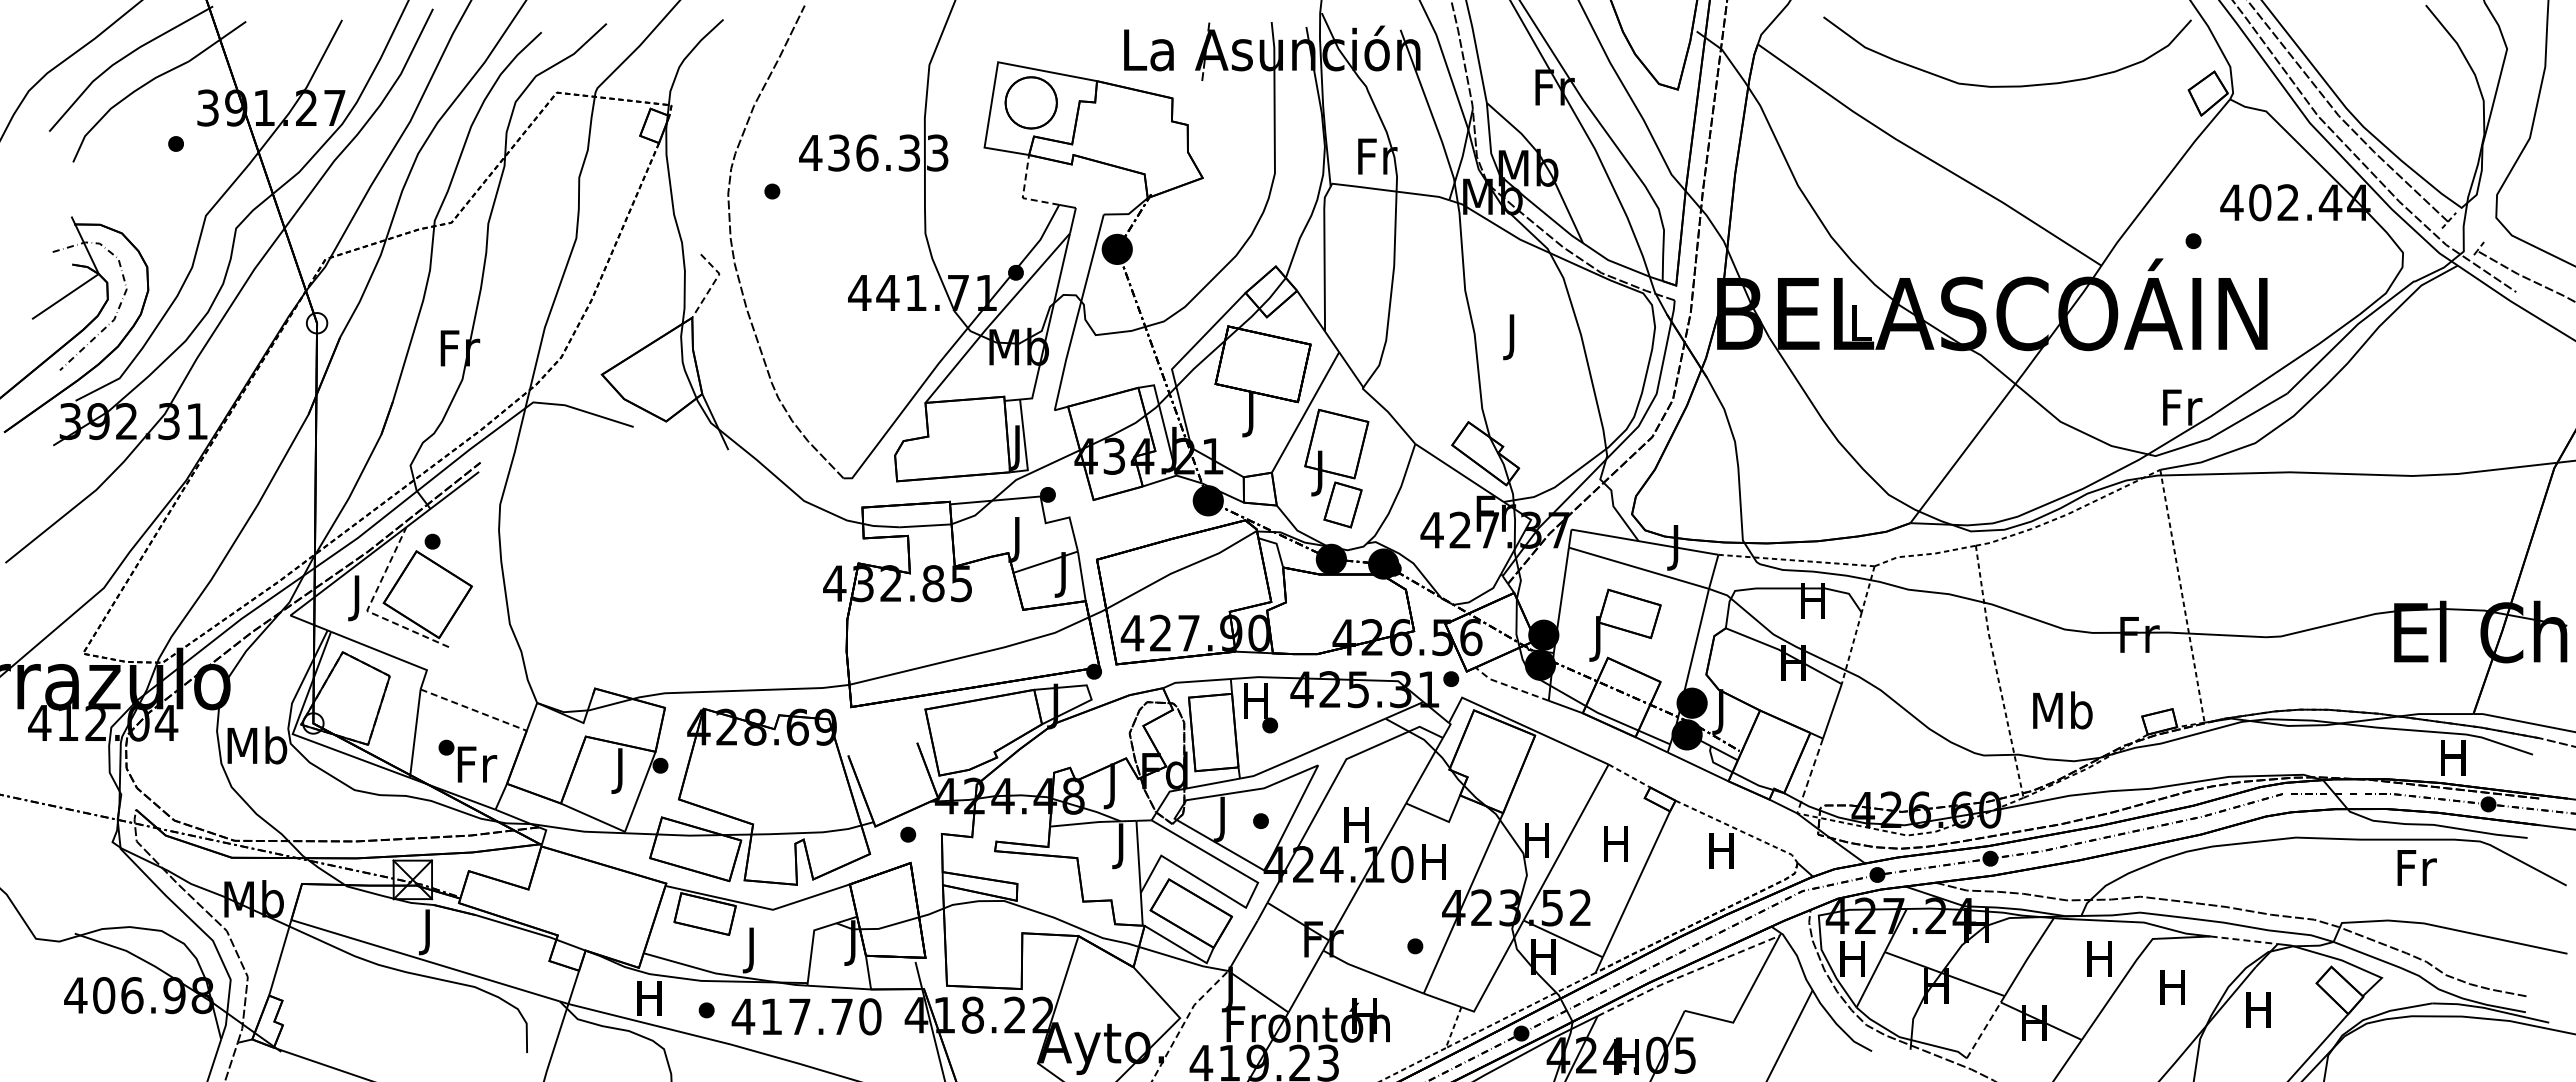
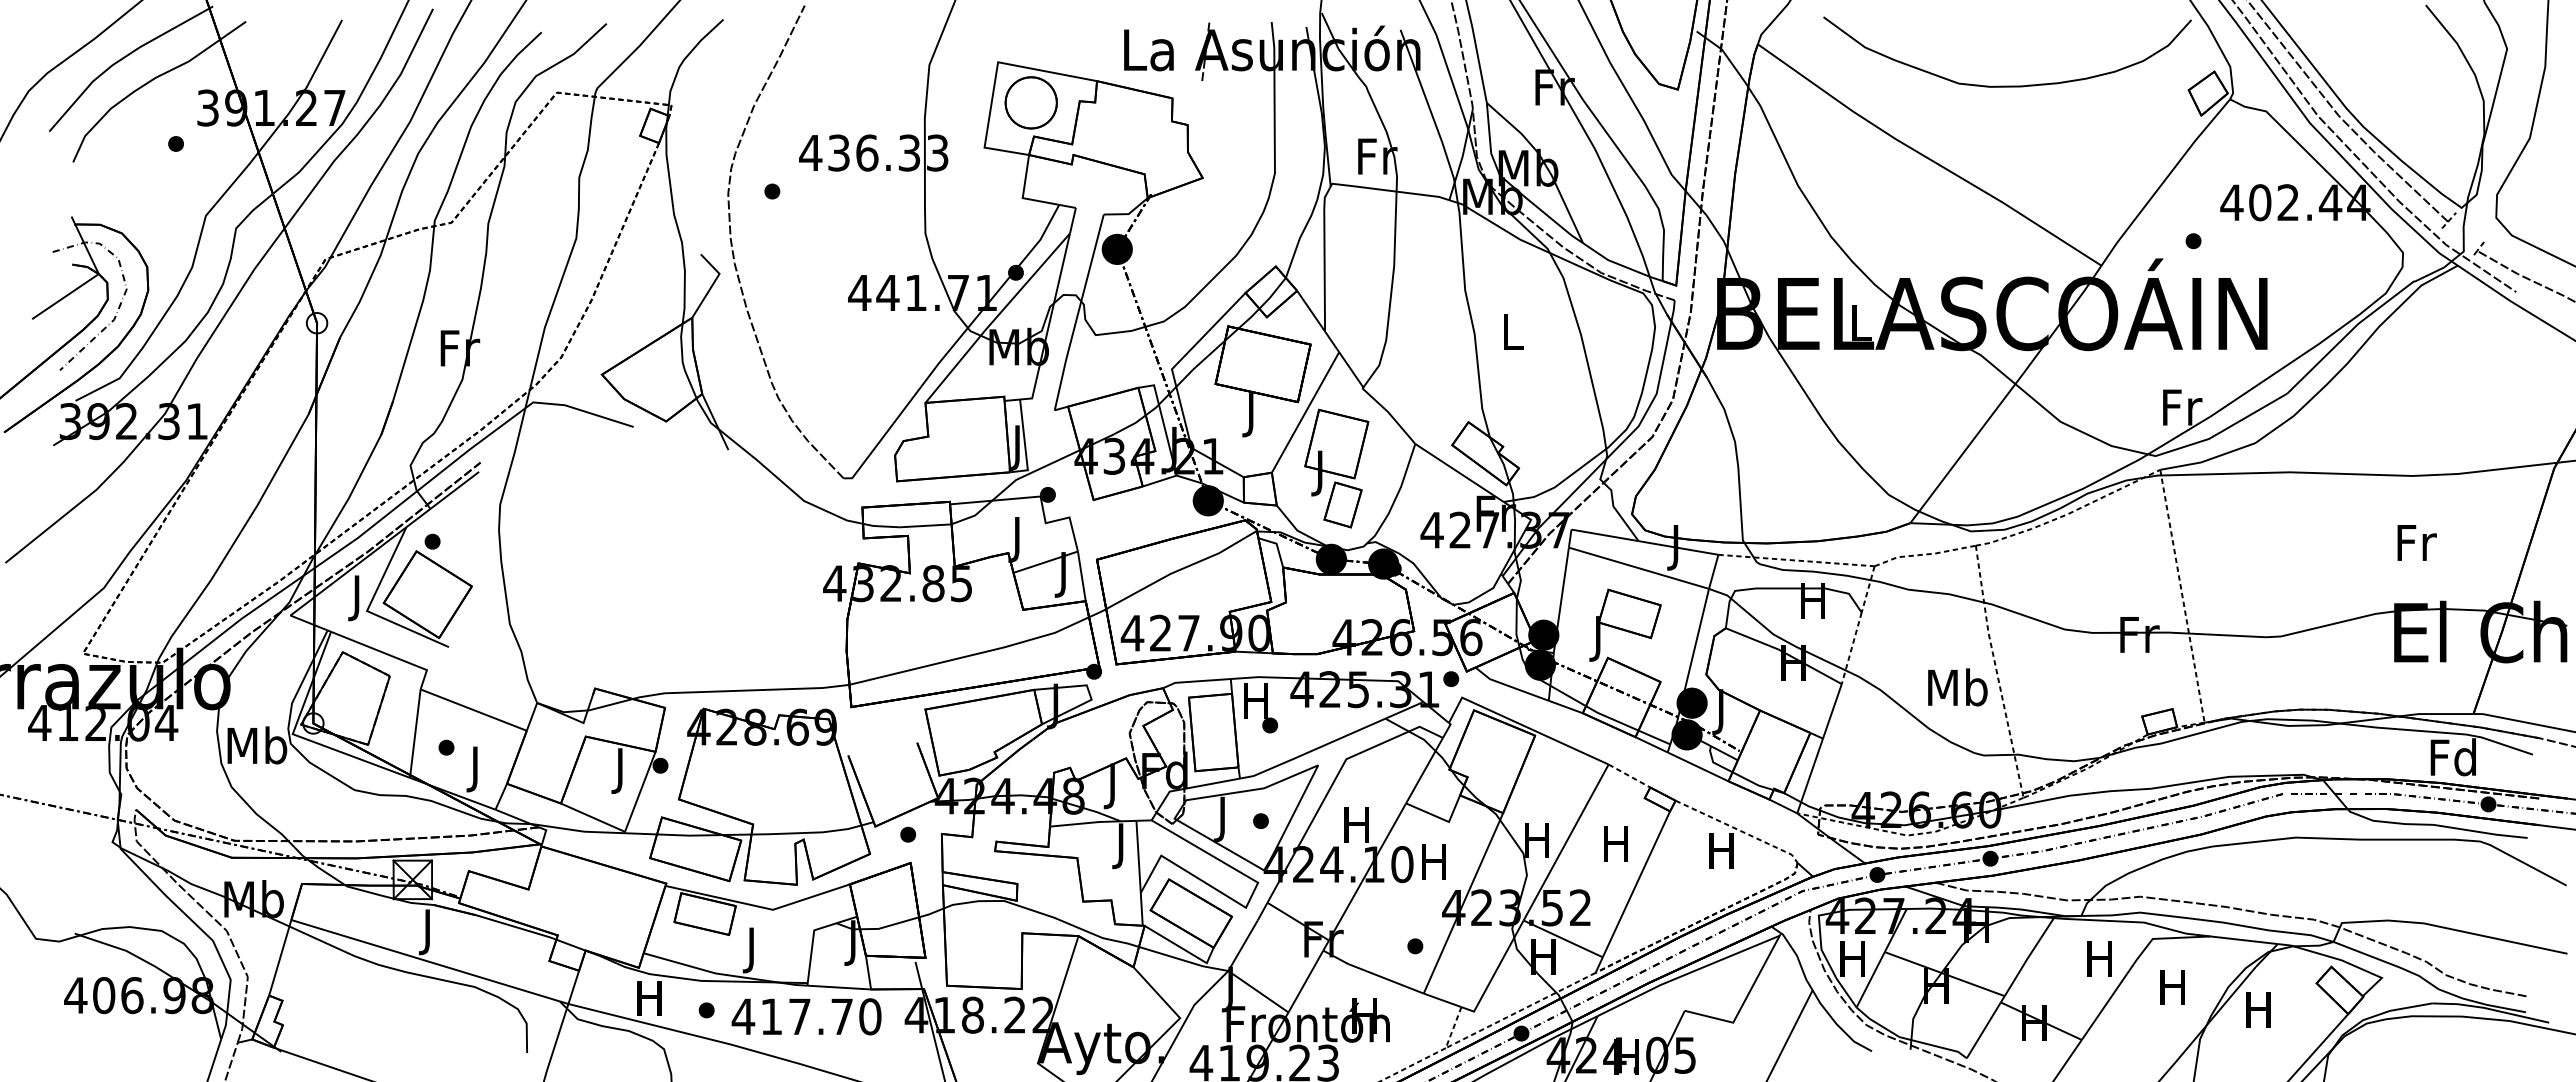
line at (1023, 195): dashed -> solid
line at (713, 284): dashed -> solid
text at (1513, 337): J -> L
line at (367, 610): dashed -> solid
line at (1509, 686): dashed -> solid
line at (473, 710): dashed -> solid
text at (2062, 710) position: (2062, 710) -> (1957, 687)
text at (2452, 757): H -> Fd
text at (477, 769): Fr -> J
line at (1810, 776): dashed -> solid
text at (2416, 867) position: (2416, 867) -> (2416, 542)
line at (2244, 940): dashed -> solid
line at (1687, 973): dashed -> solid
line at (1185, 1021): dashed -> solid
line at (1983, 1030): dashed -> solid
